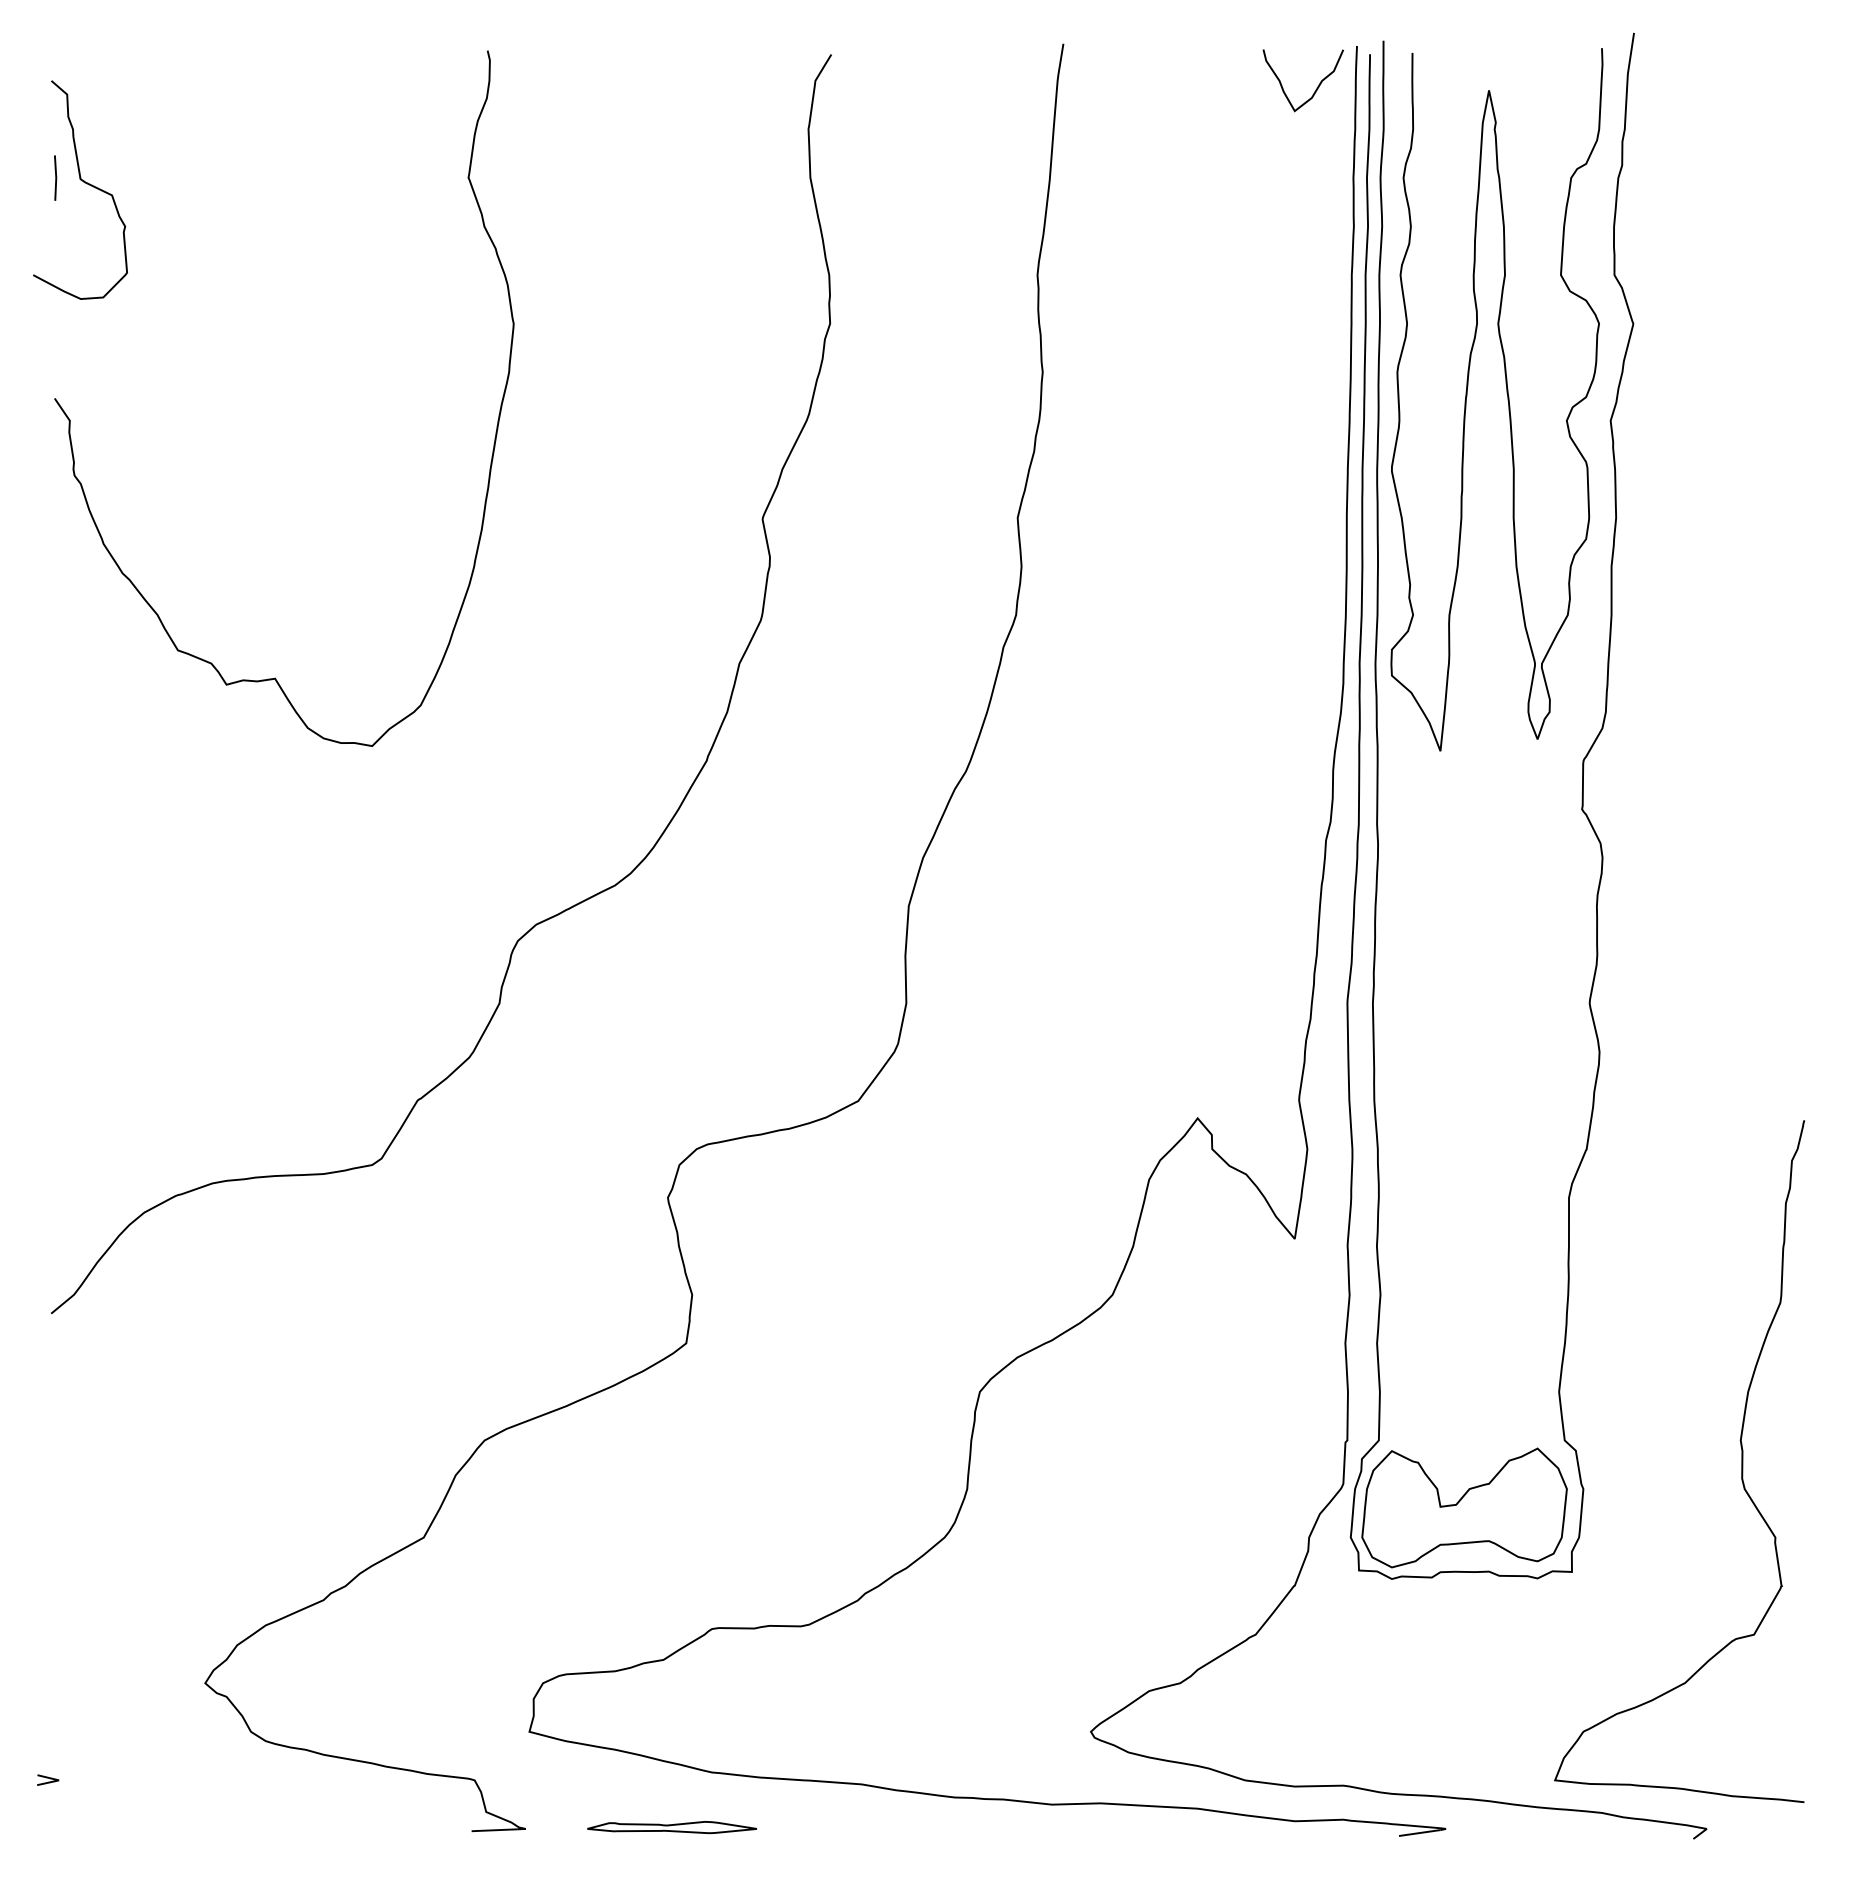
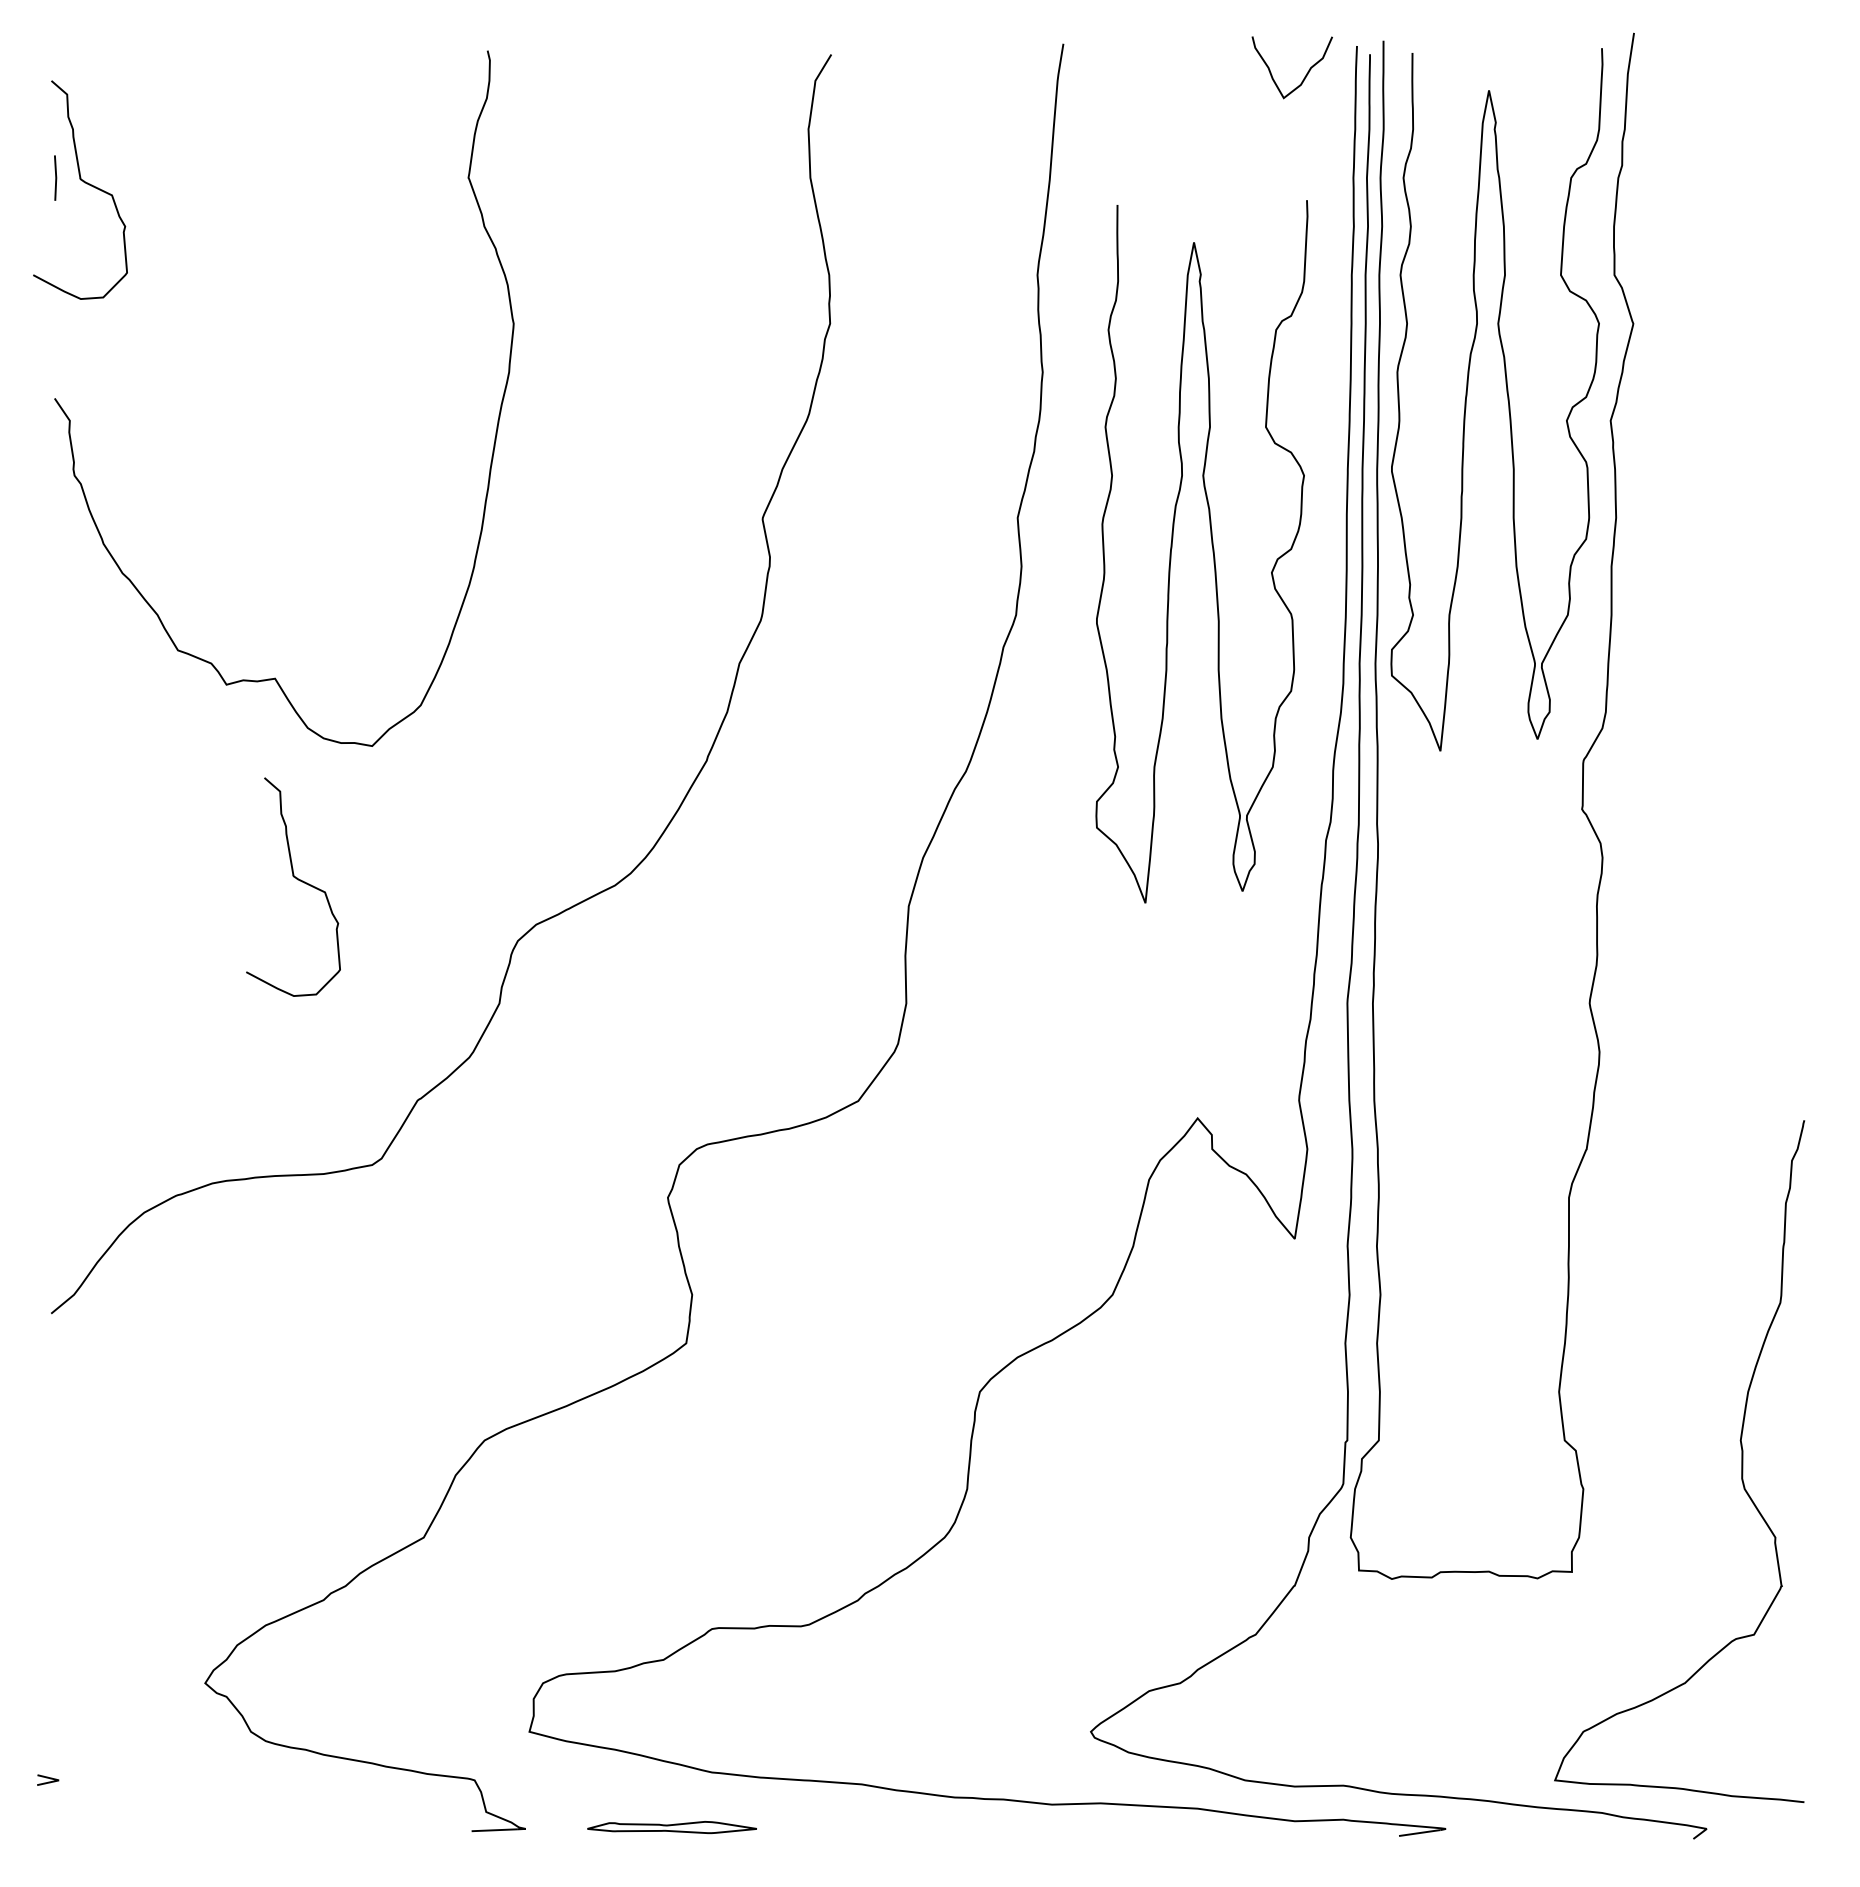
curve at (1315, 89) position: (1315, 89) -> (1304, 76)
curve at (1212, 551): none -> present
curve at (296, 879): none -> present
part at (1464, 1507): present -> none
